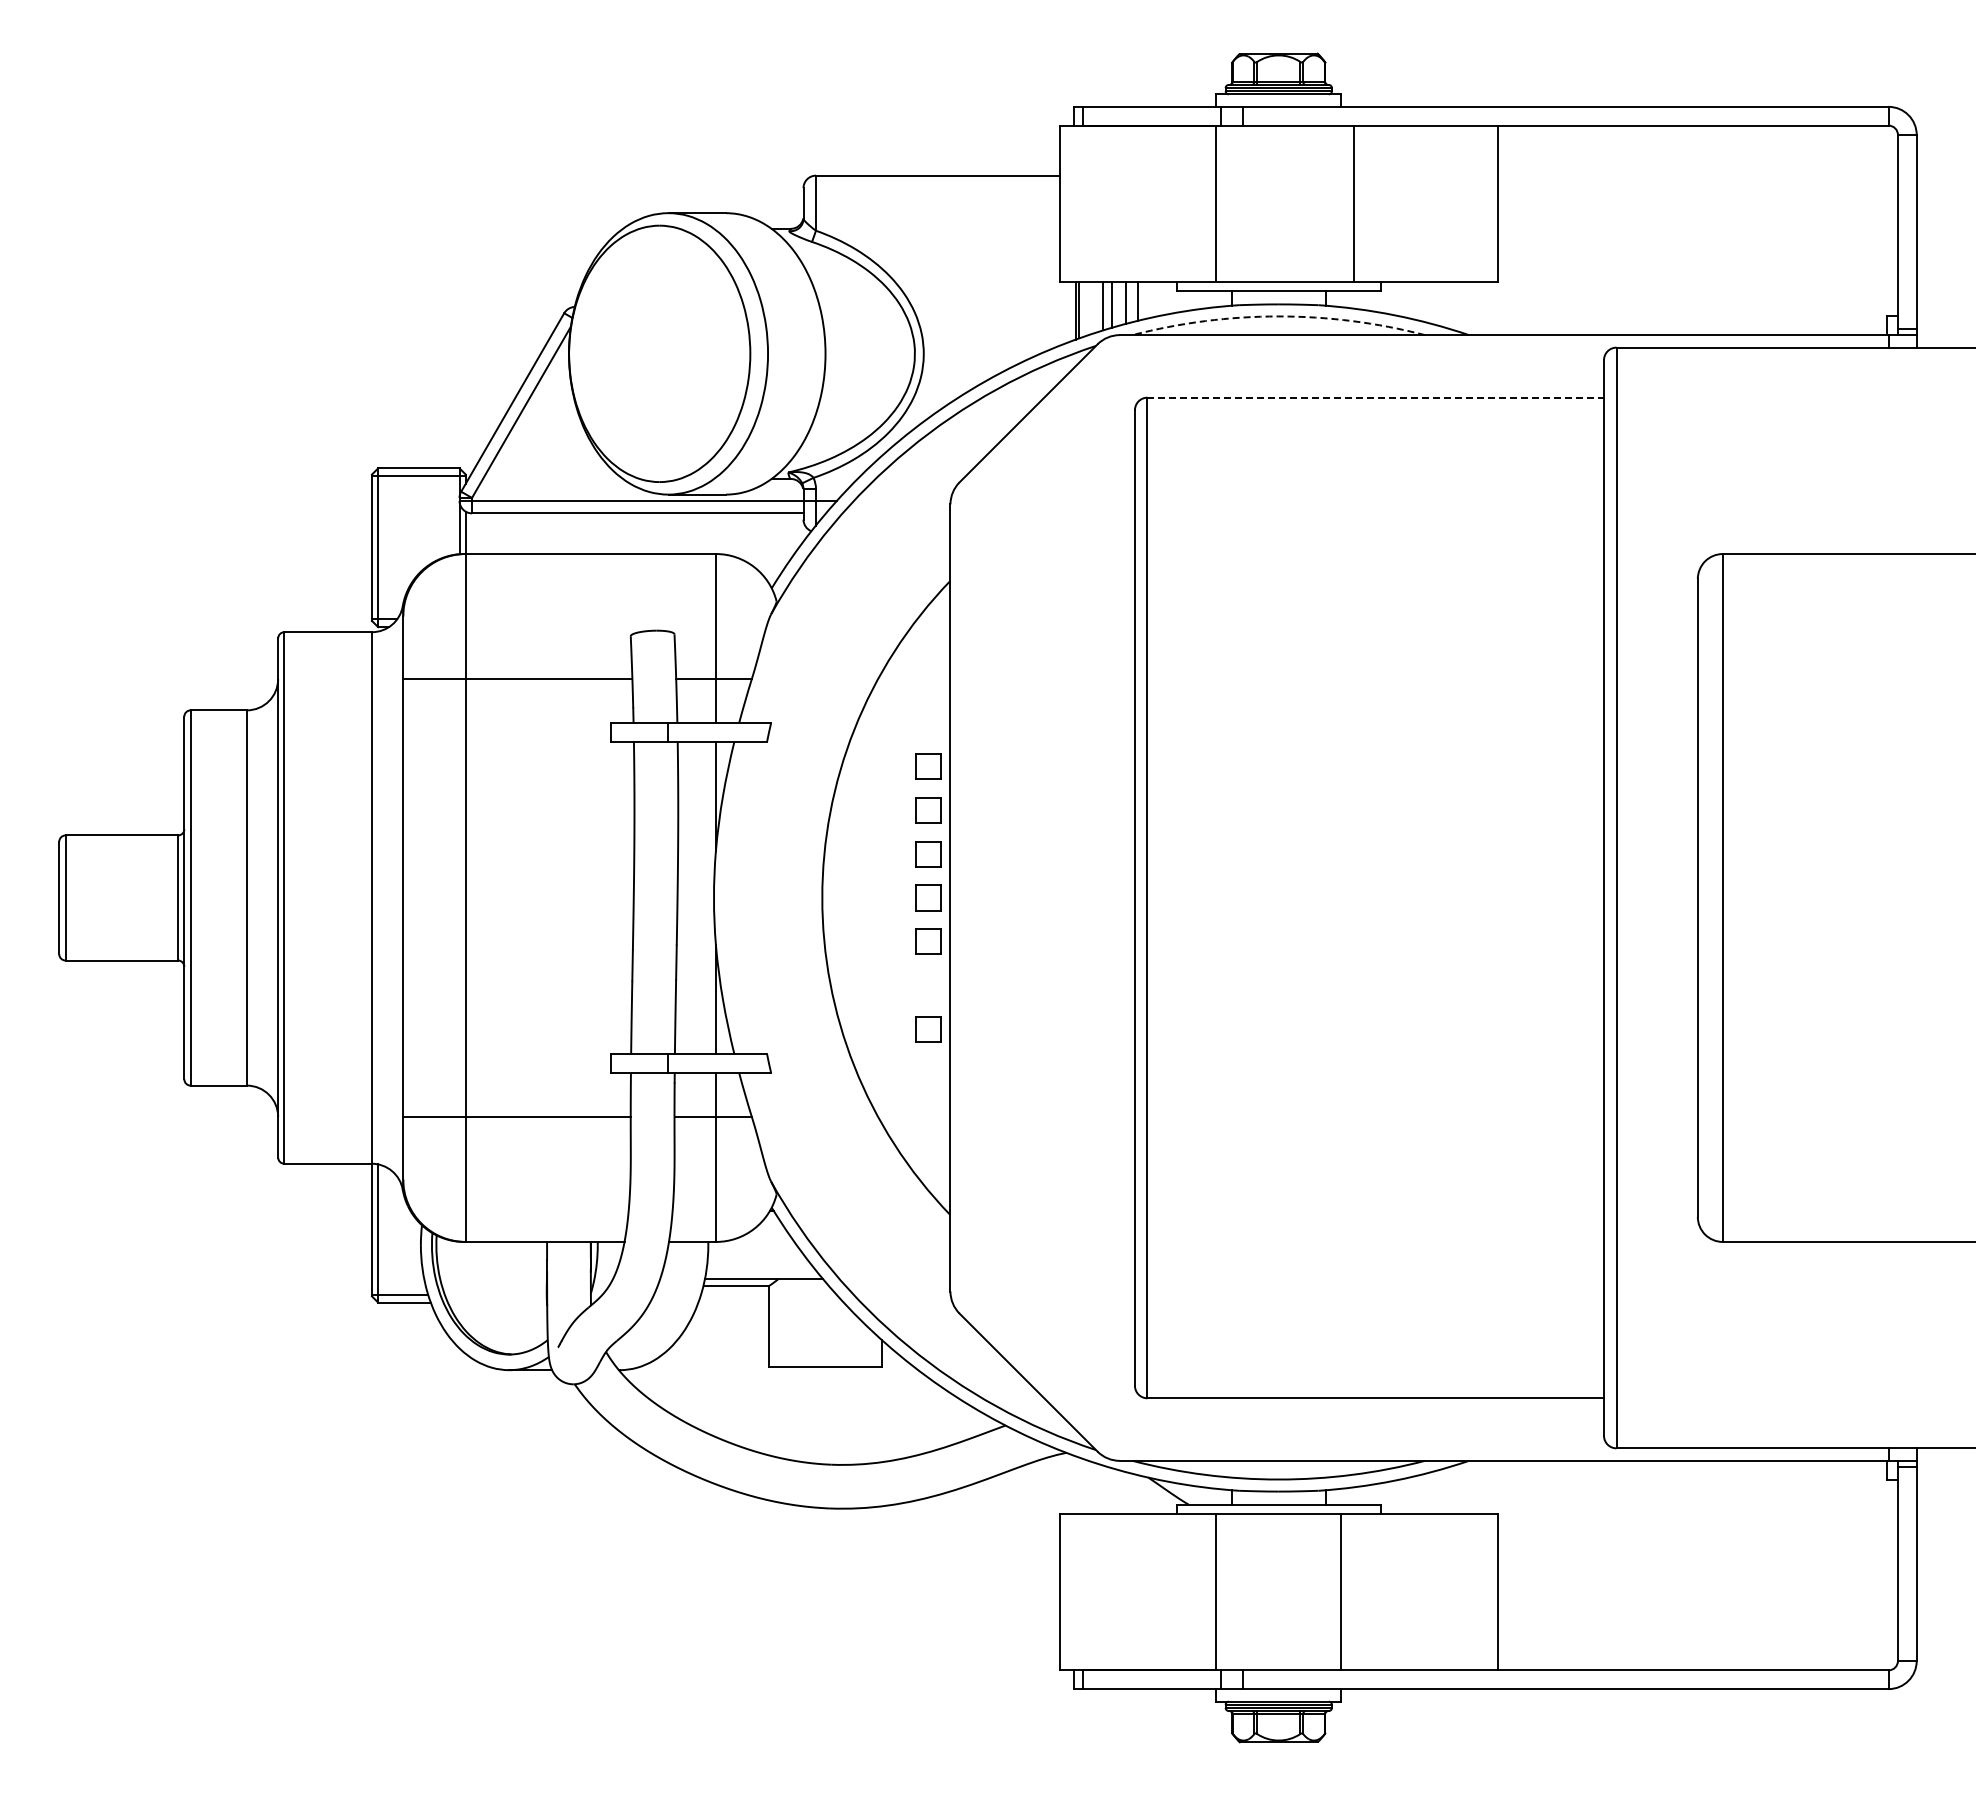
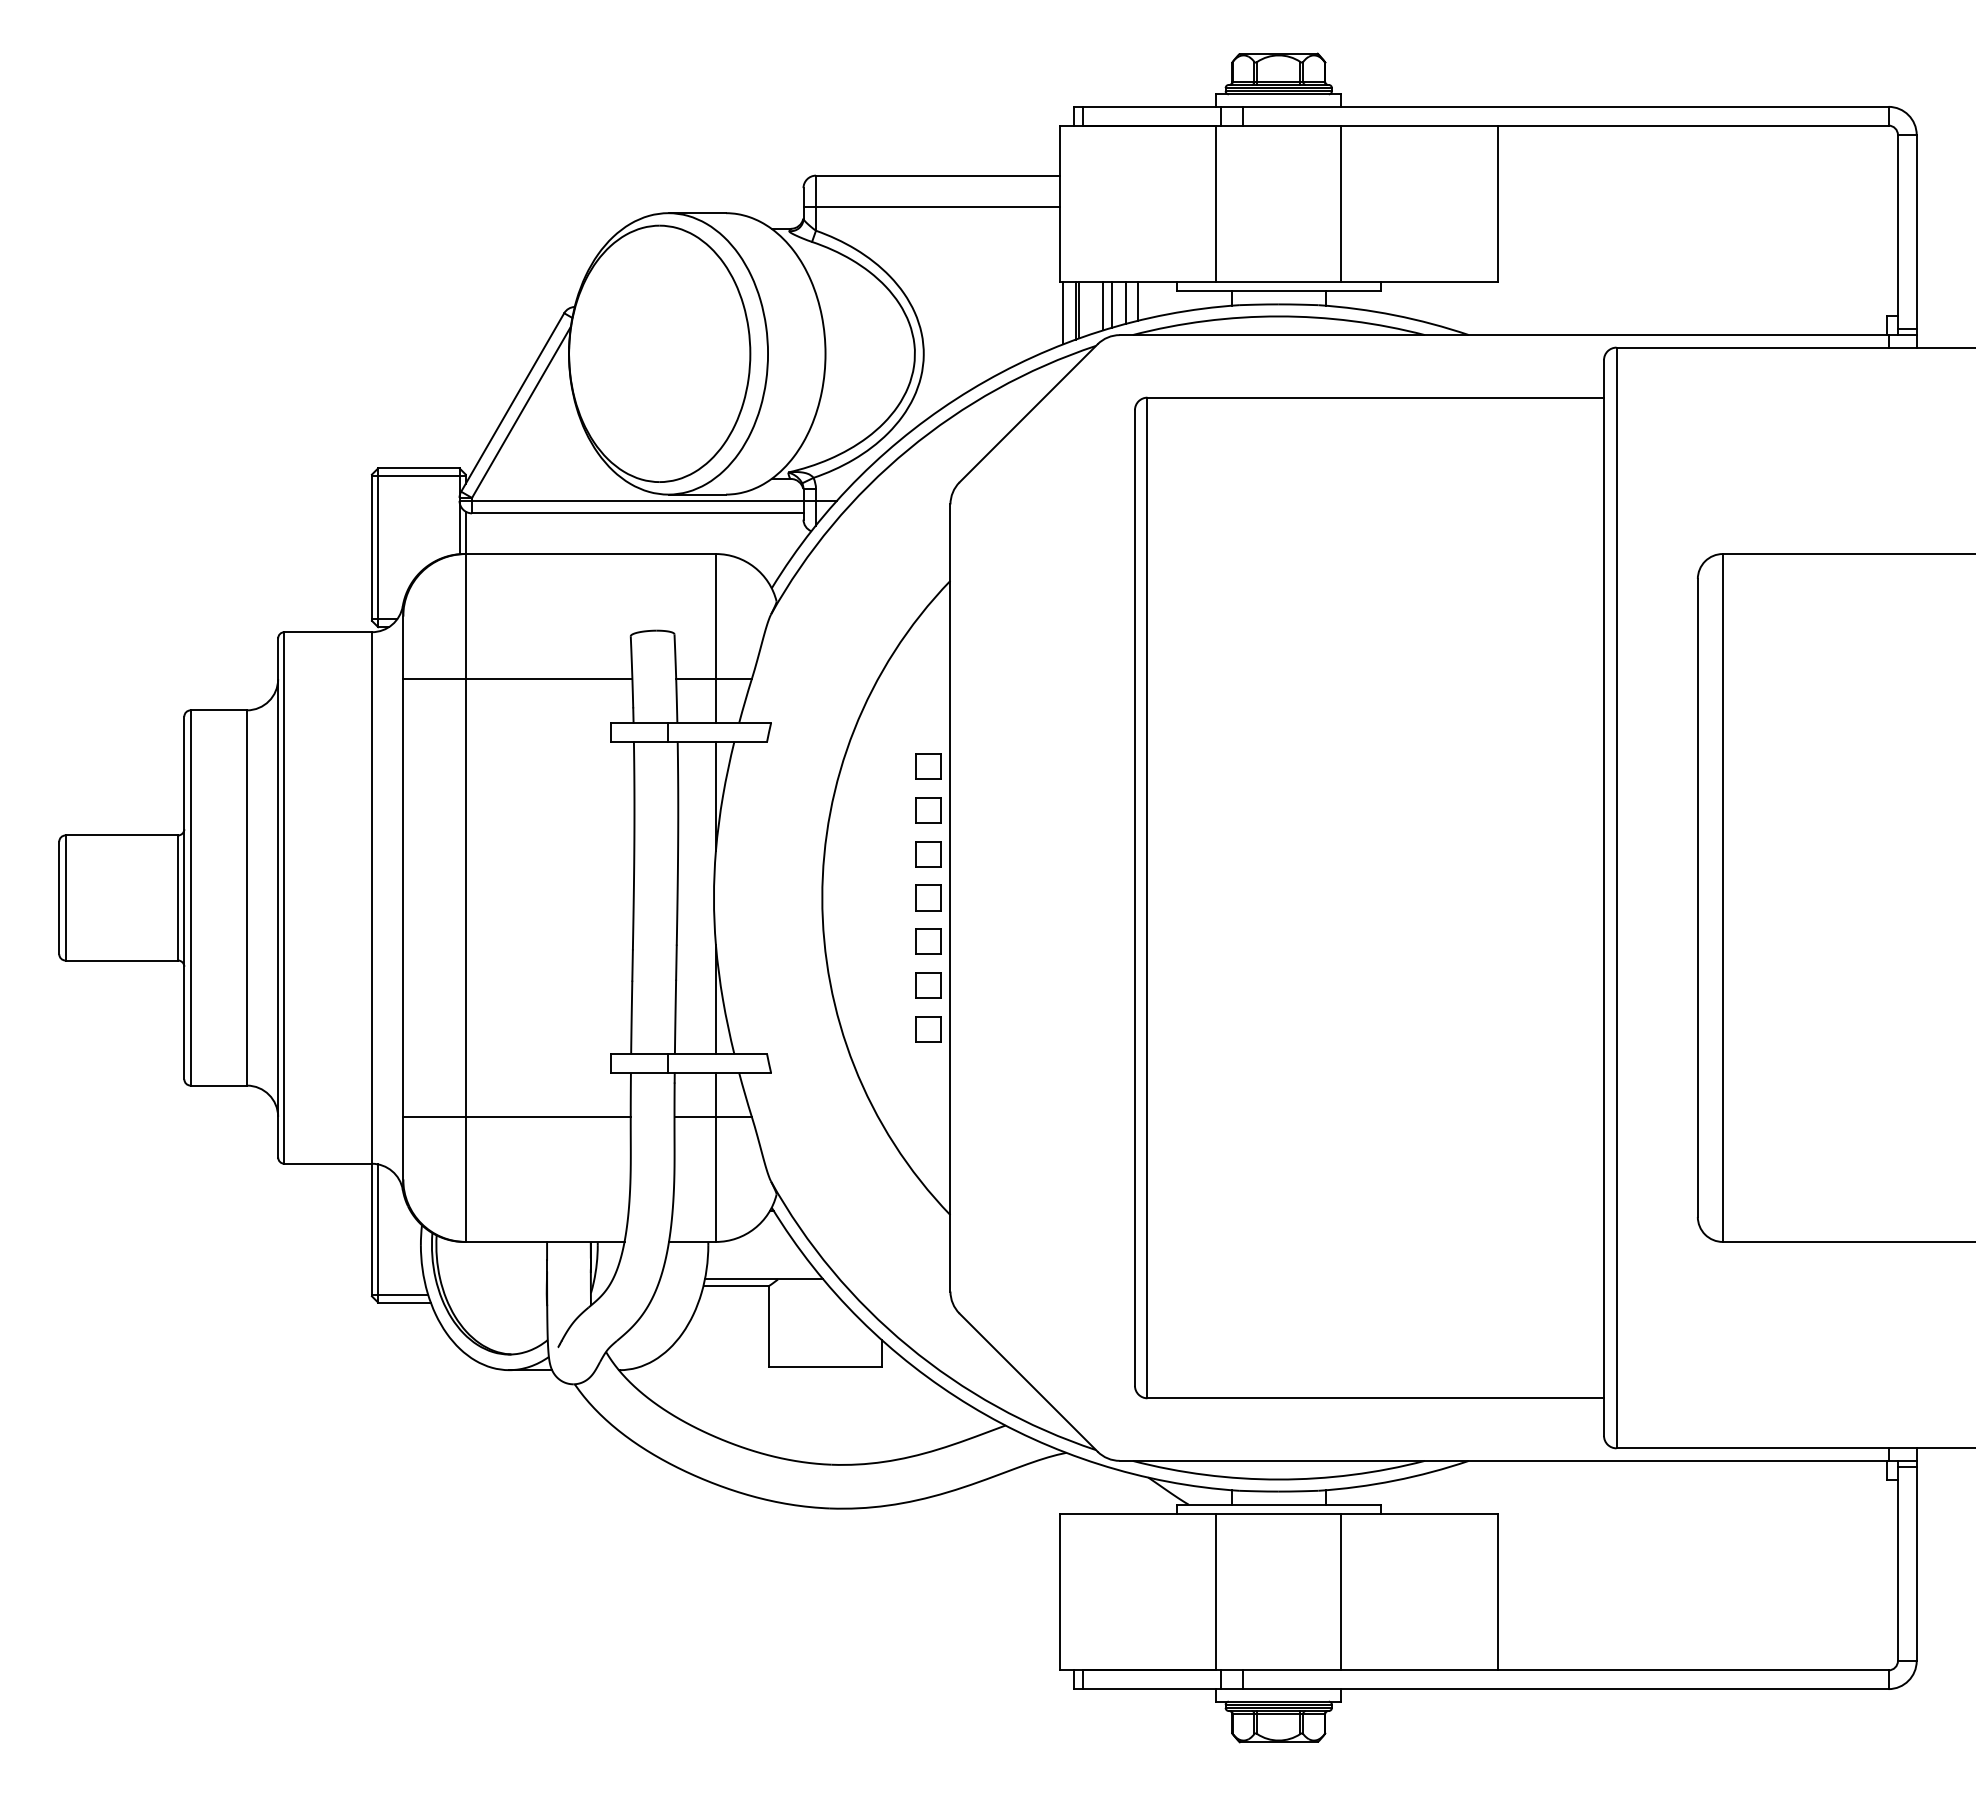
line at (1354, 203) position: (1354, 203) -> (1341, 203)
line at (931, 206): none -> present
line at (1063, 312): none -> present
arc at (1278, 316): dashed -> solid
line at (1376, 397): dashed -> solid
part at (928, 985): none -> present
